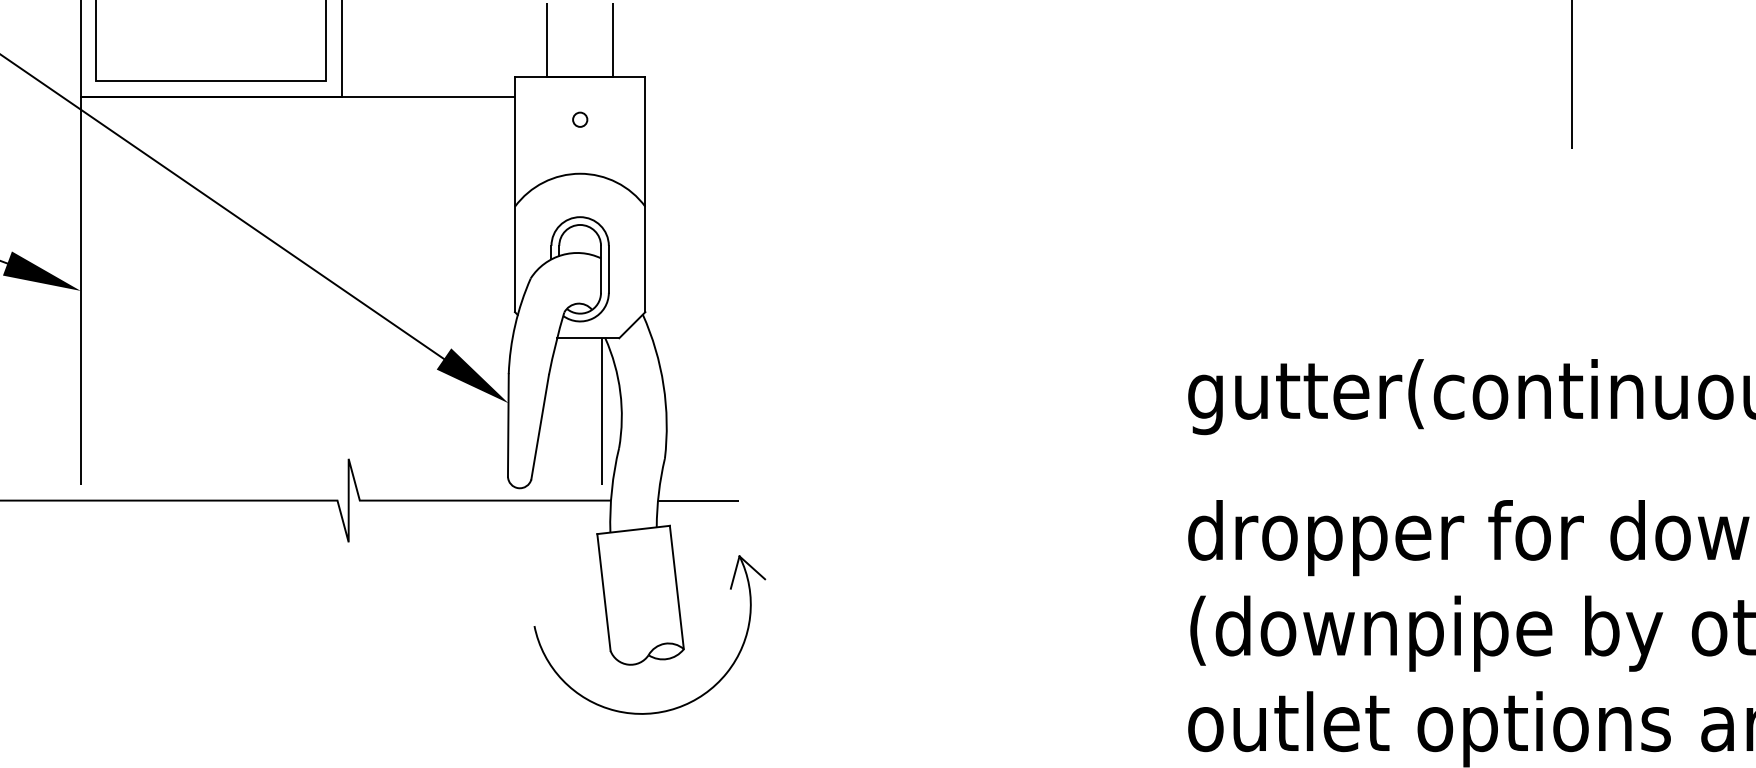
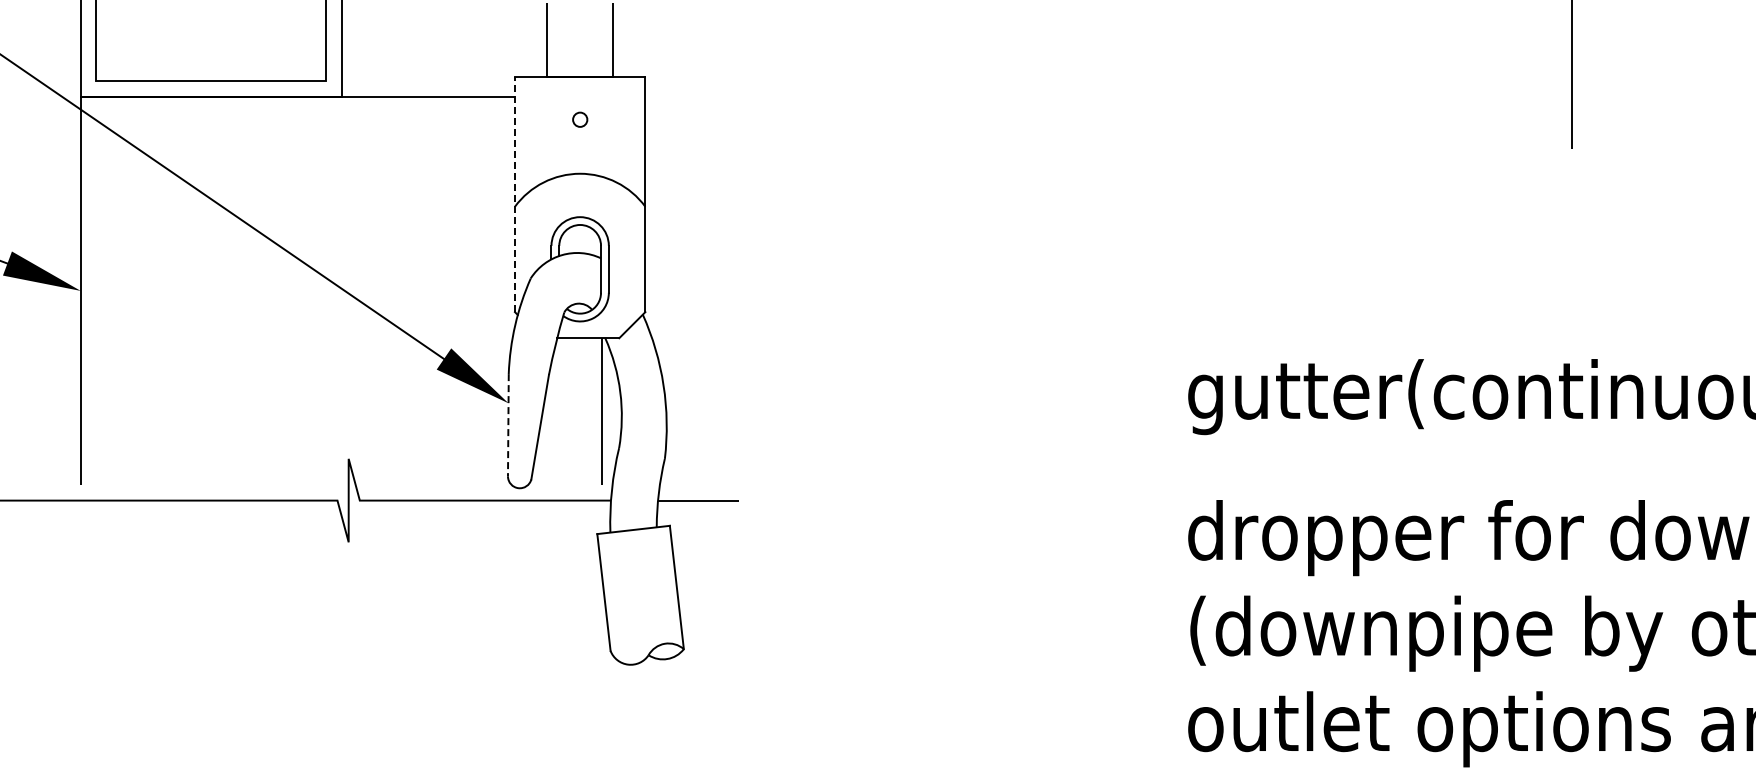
line at (514, 194): solid -> dashed
line at (508, 425): solid -> dashed
part at (667, 709): present -> none
